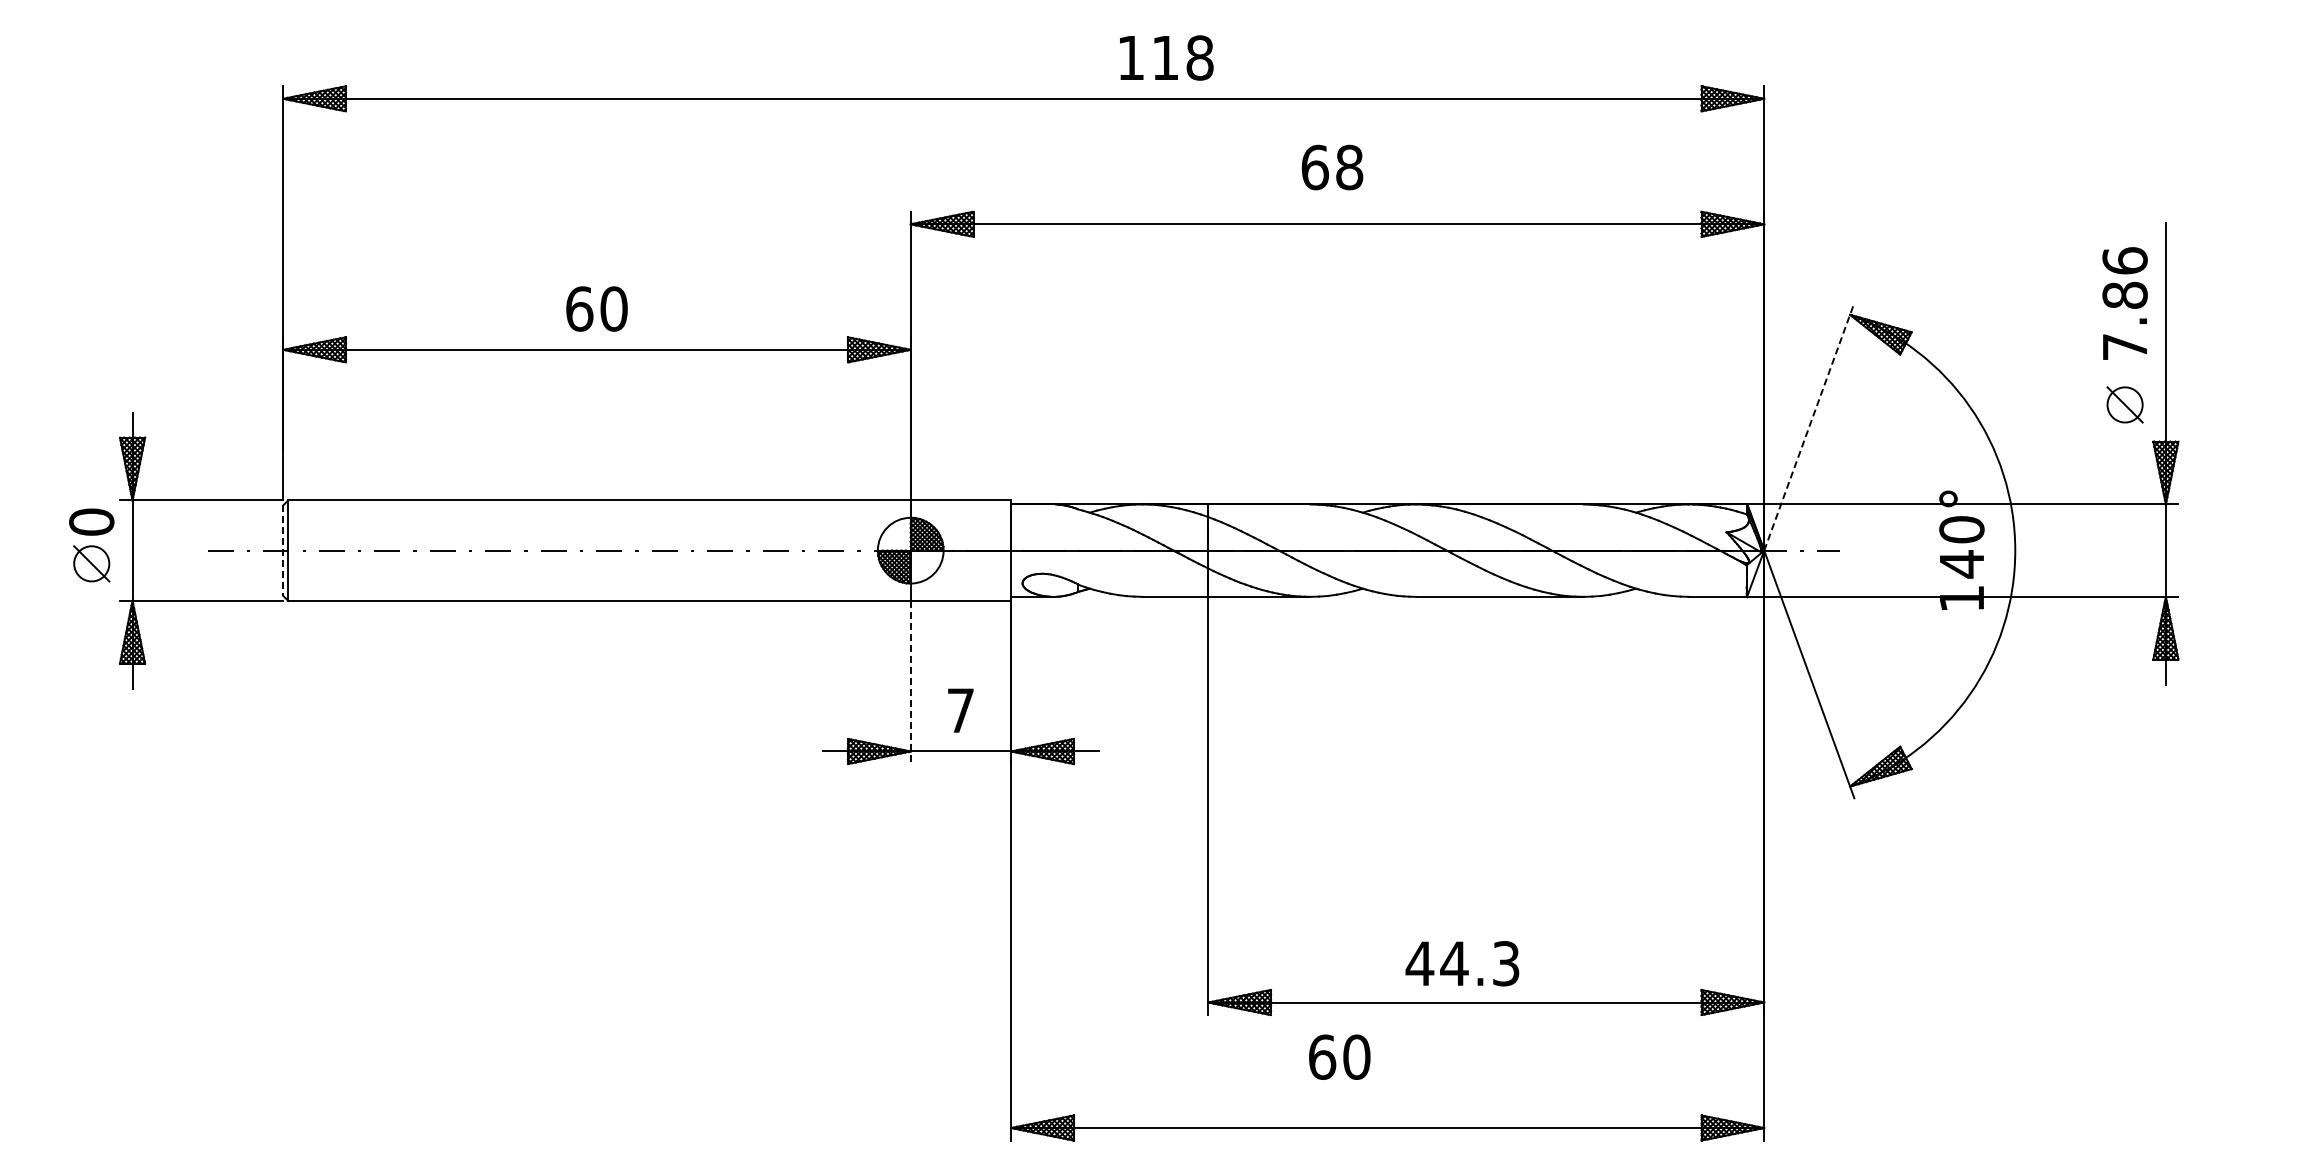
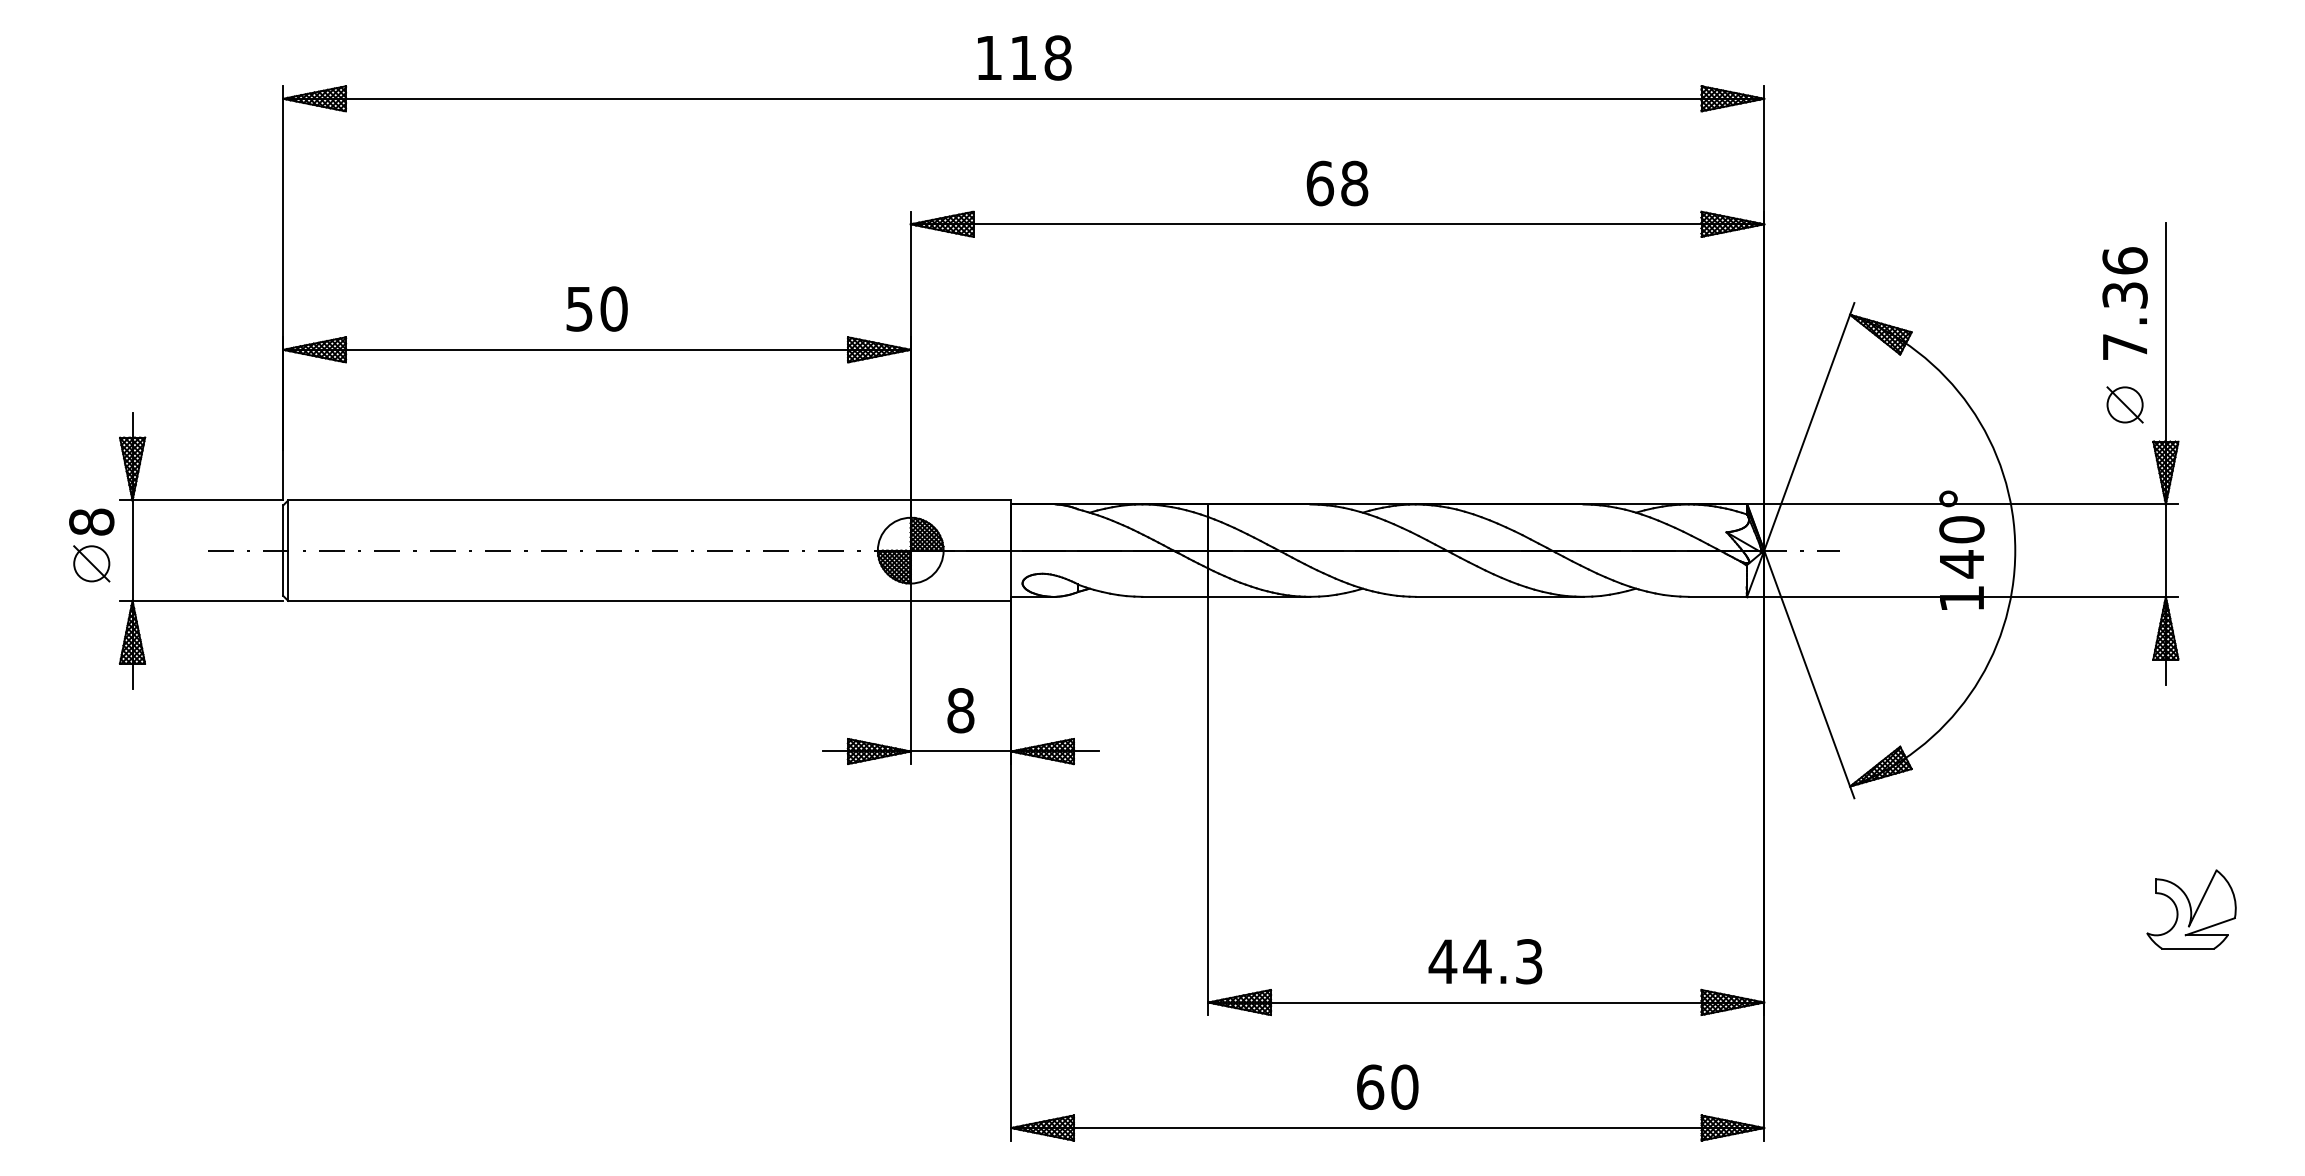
text at (1166, 57) position: (1166, 57) -> (1024, 57)
text at (1332, 167) position: (1332, 167) -> (1337, 183)
text at (2124, 294): 7.86 -> 7.36
text at (579, 308): 60 -> 50
line at (1809, 426): dashed -> solid
text at (91, 521): 0 -> 8
line at (283, 551): dashed -> solid
line at (910, 682): dashed -> solid
text at (960, 710): 7 -> 8
part at (2191, 909): none -> present
text at (1462, 963) position: (1462, 963) -> (1485, 961)
text at (1339, 1056) position: (1339, 1056) -> (1387, 1086)
